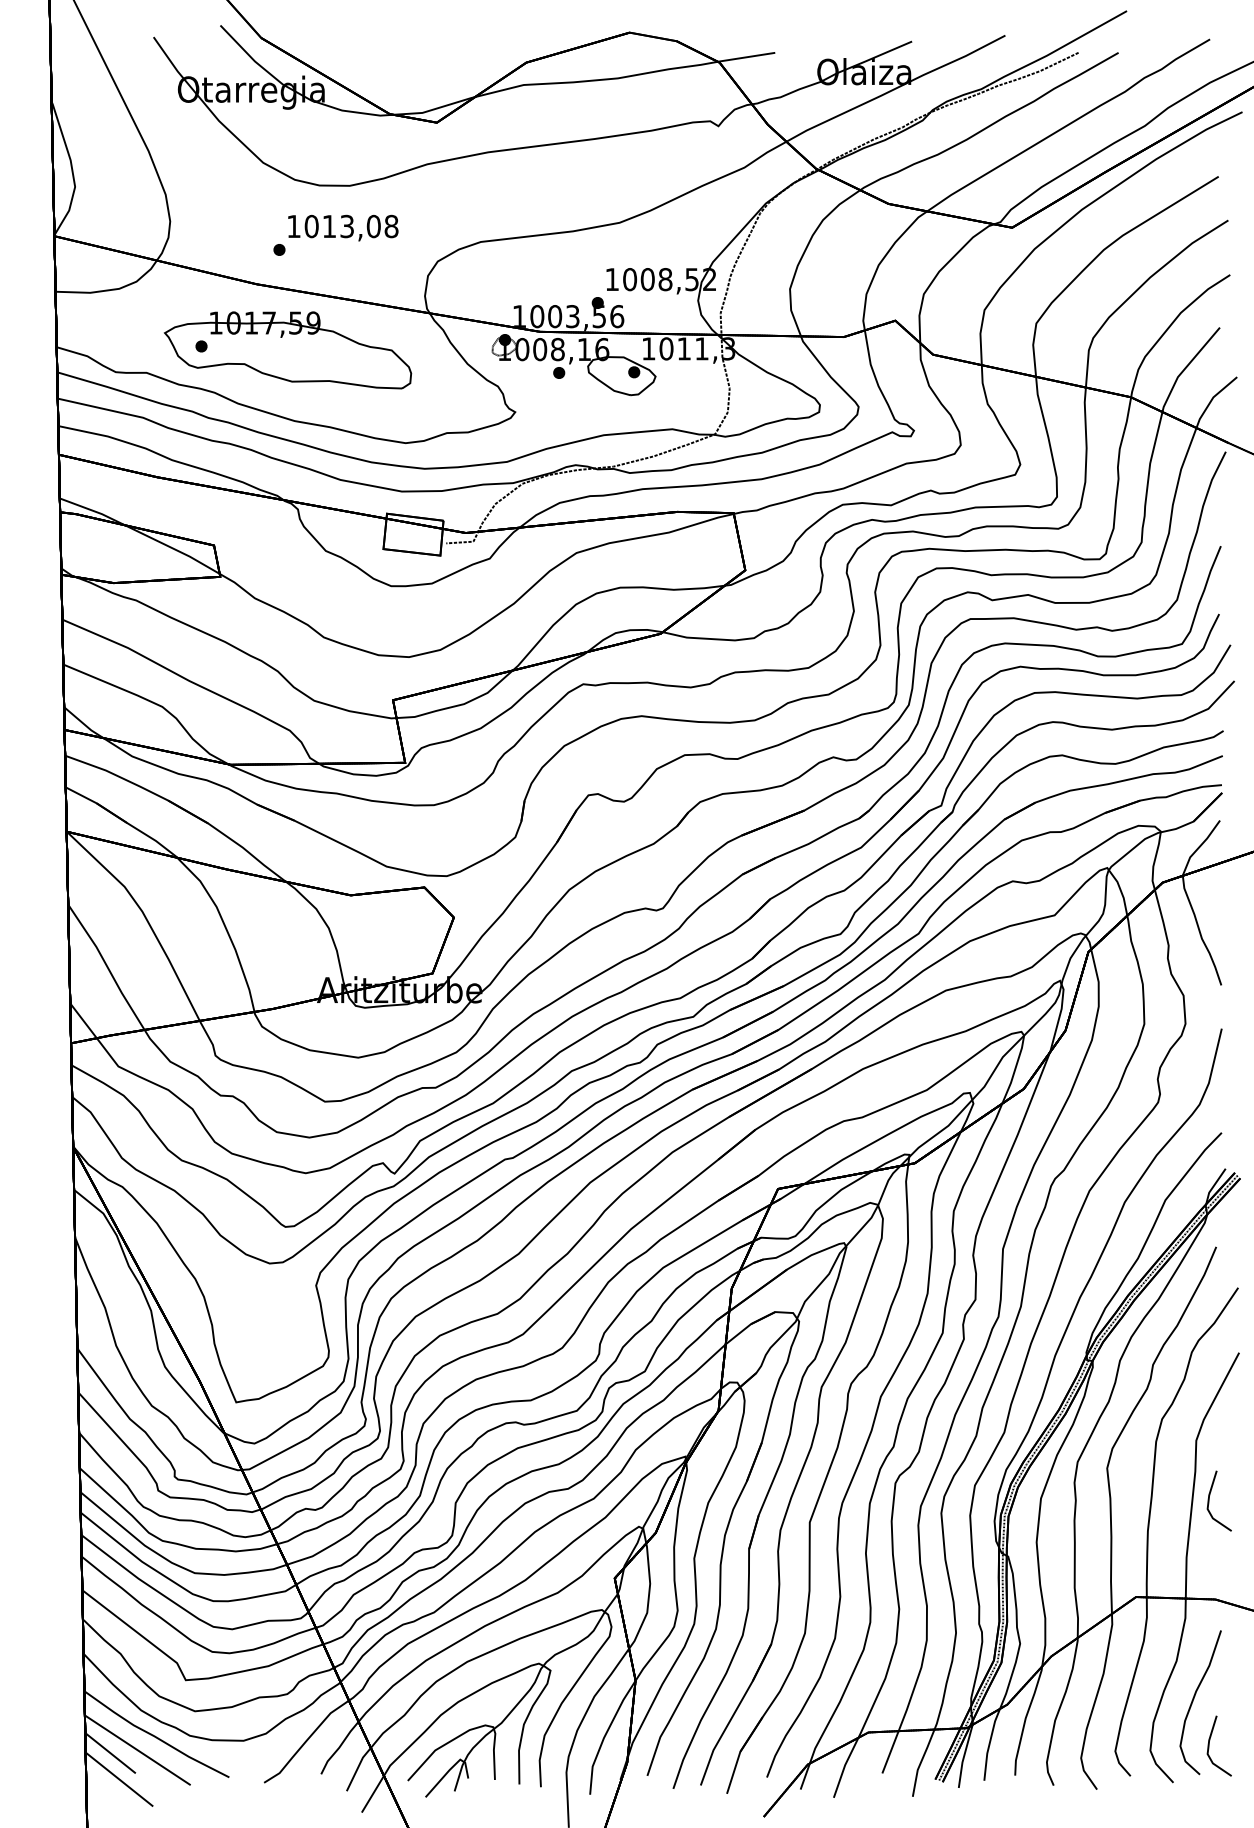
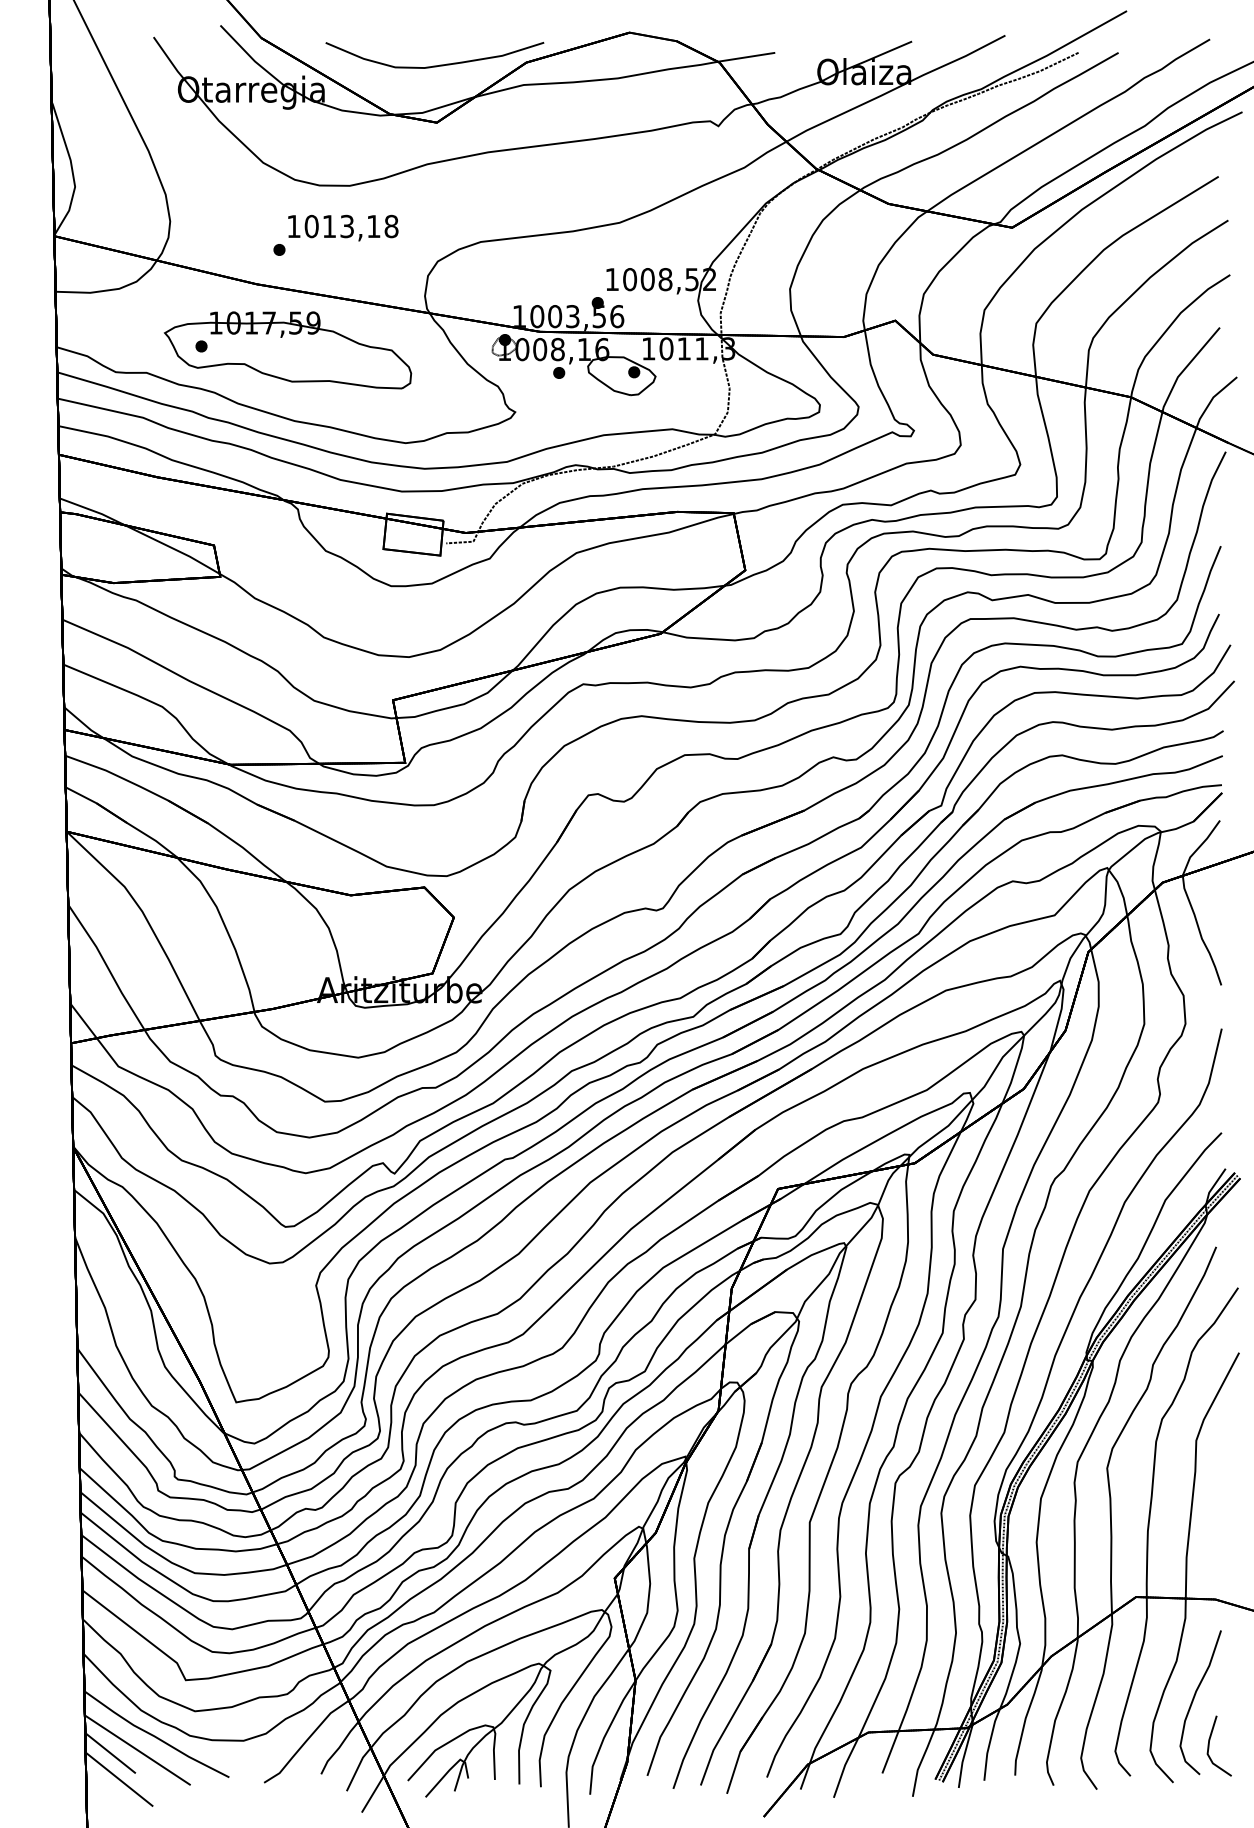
curve at (434, 65): none -> present
text at (373, 226): 1013,08 -> 1013,18
line at (1209, 1500): present -> none
